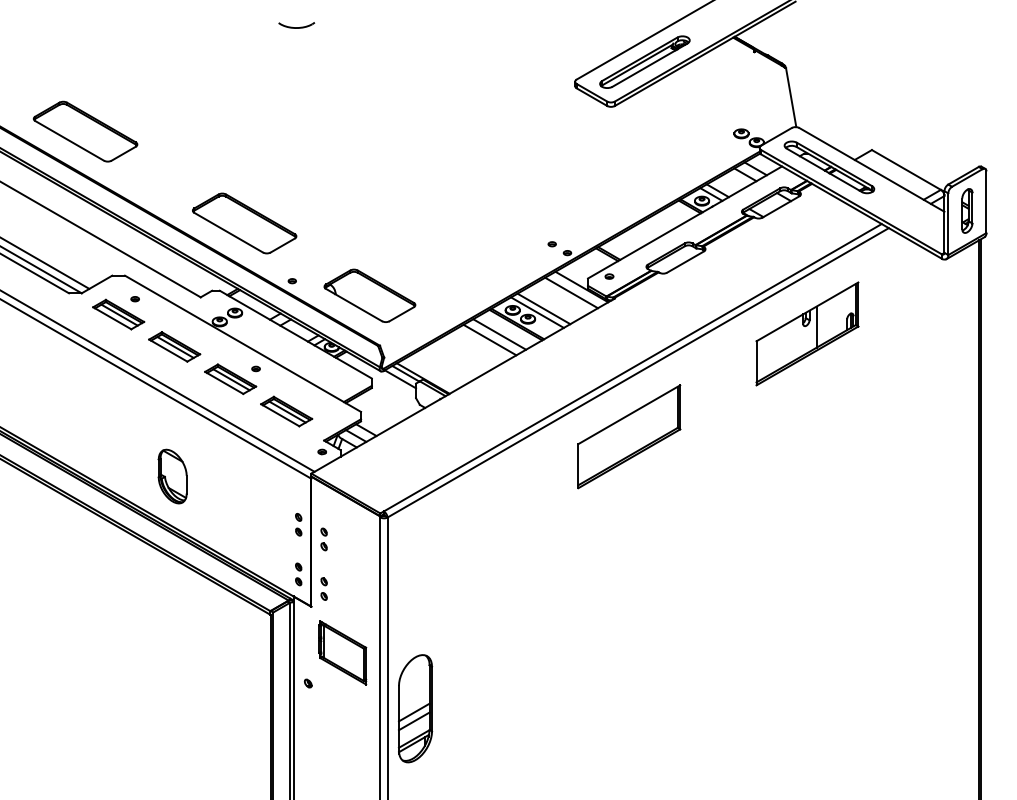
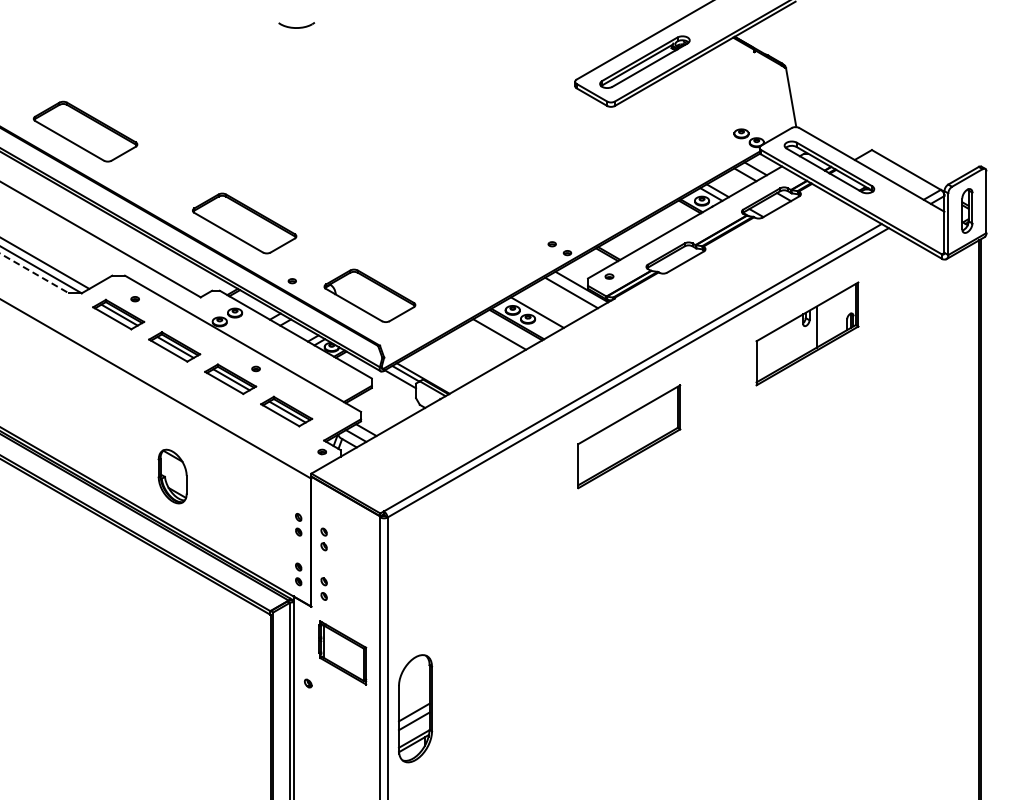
line at (34, 273): solid -> dashed
line at (543, 308): present -> none
line at (489, 339): present -> none
line at (158, 381): present -> none
